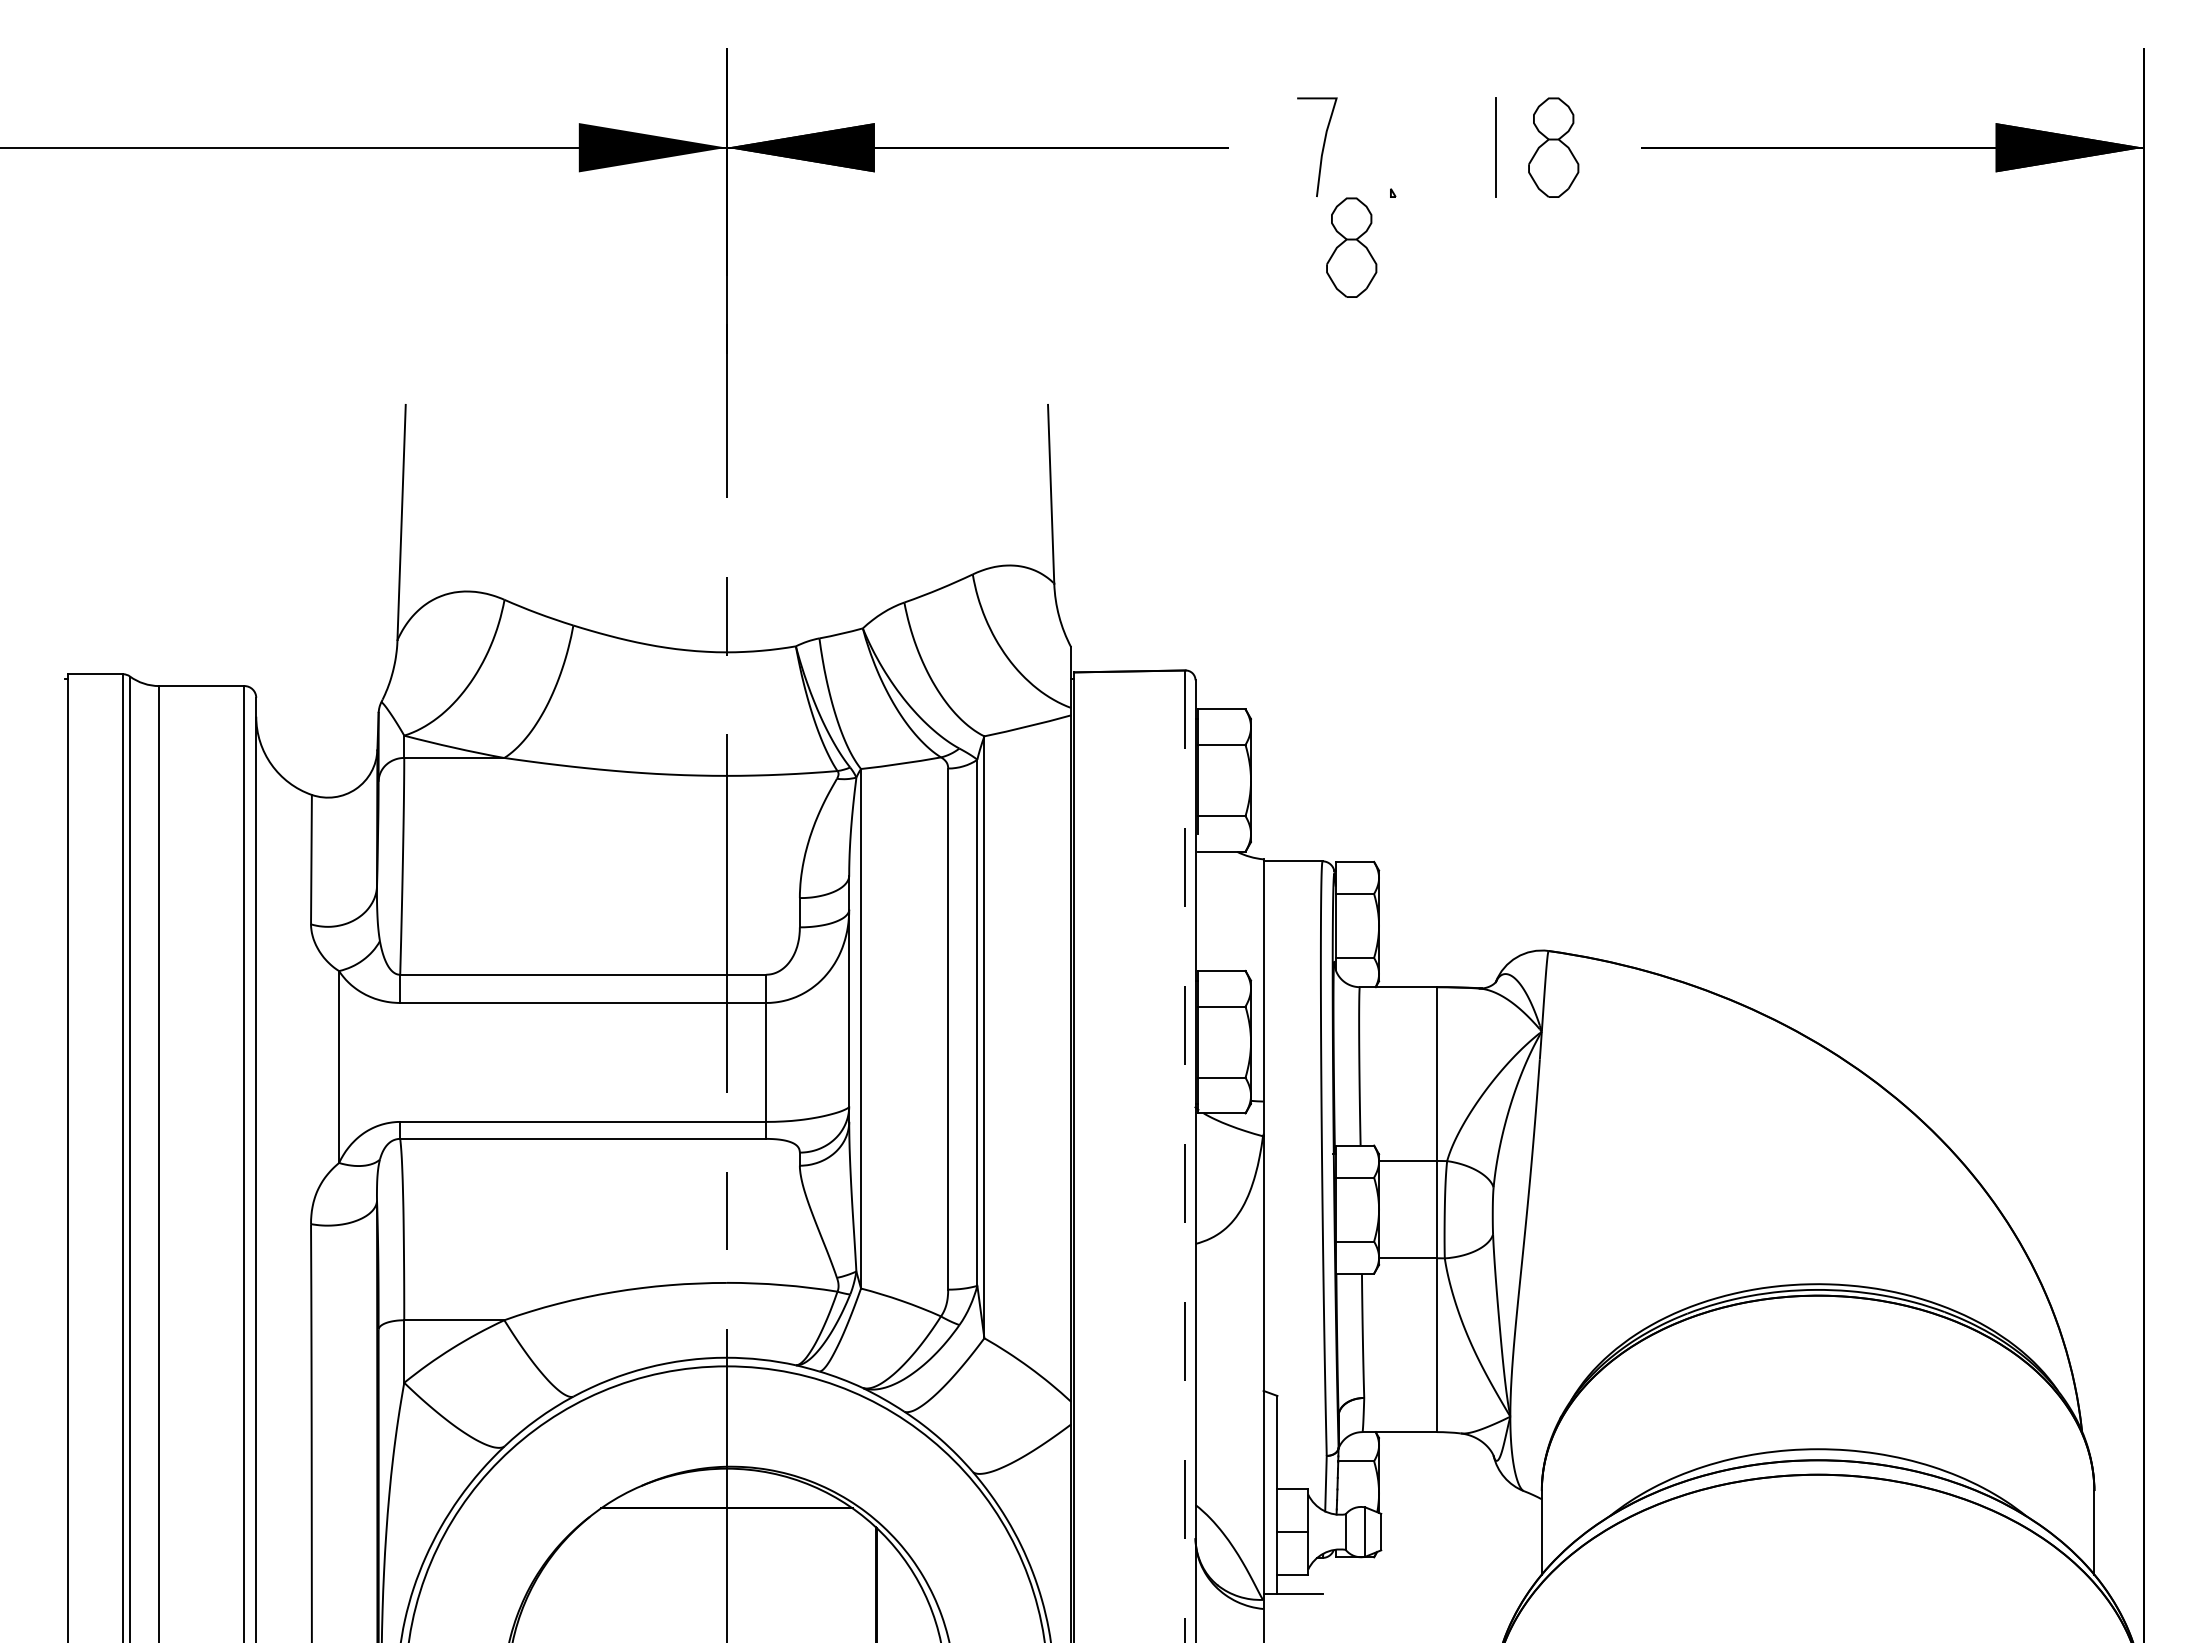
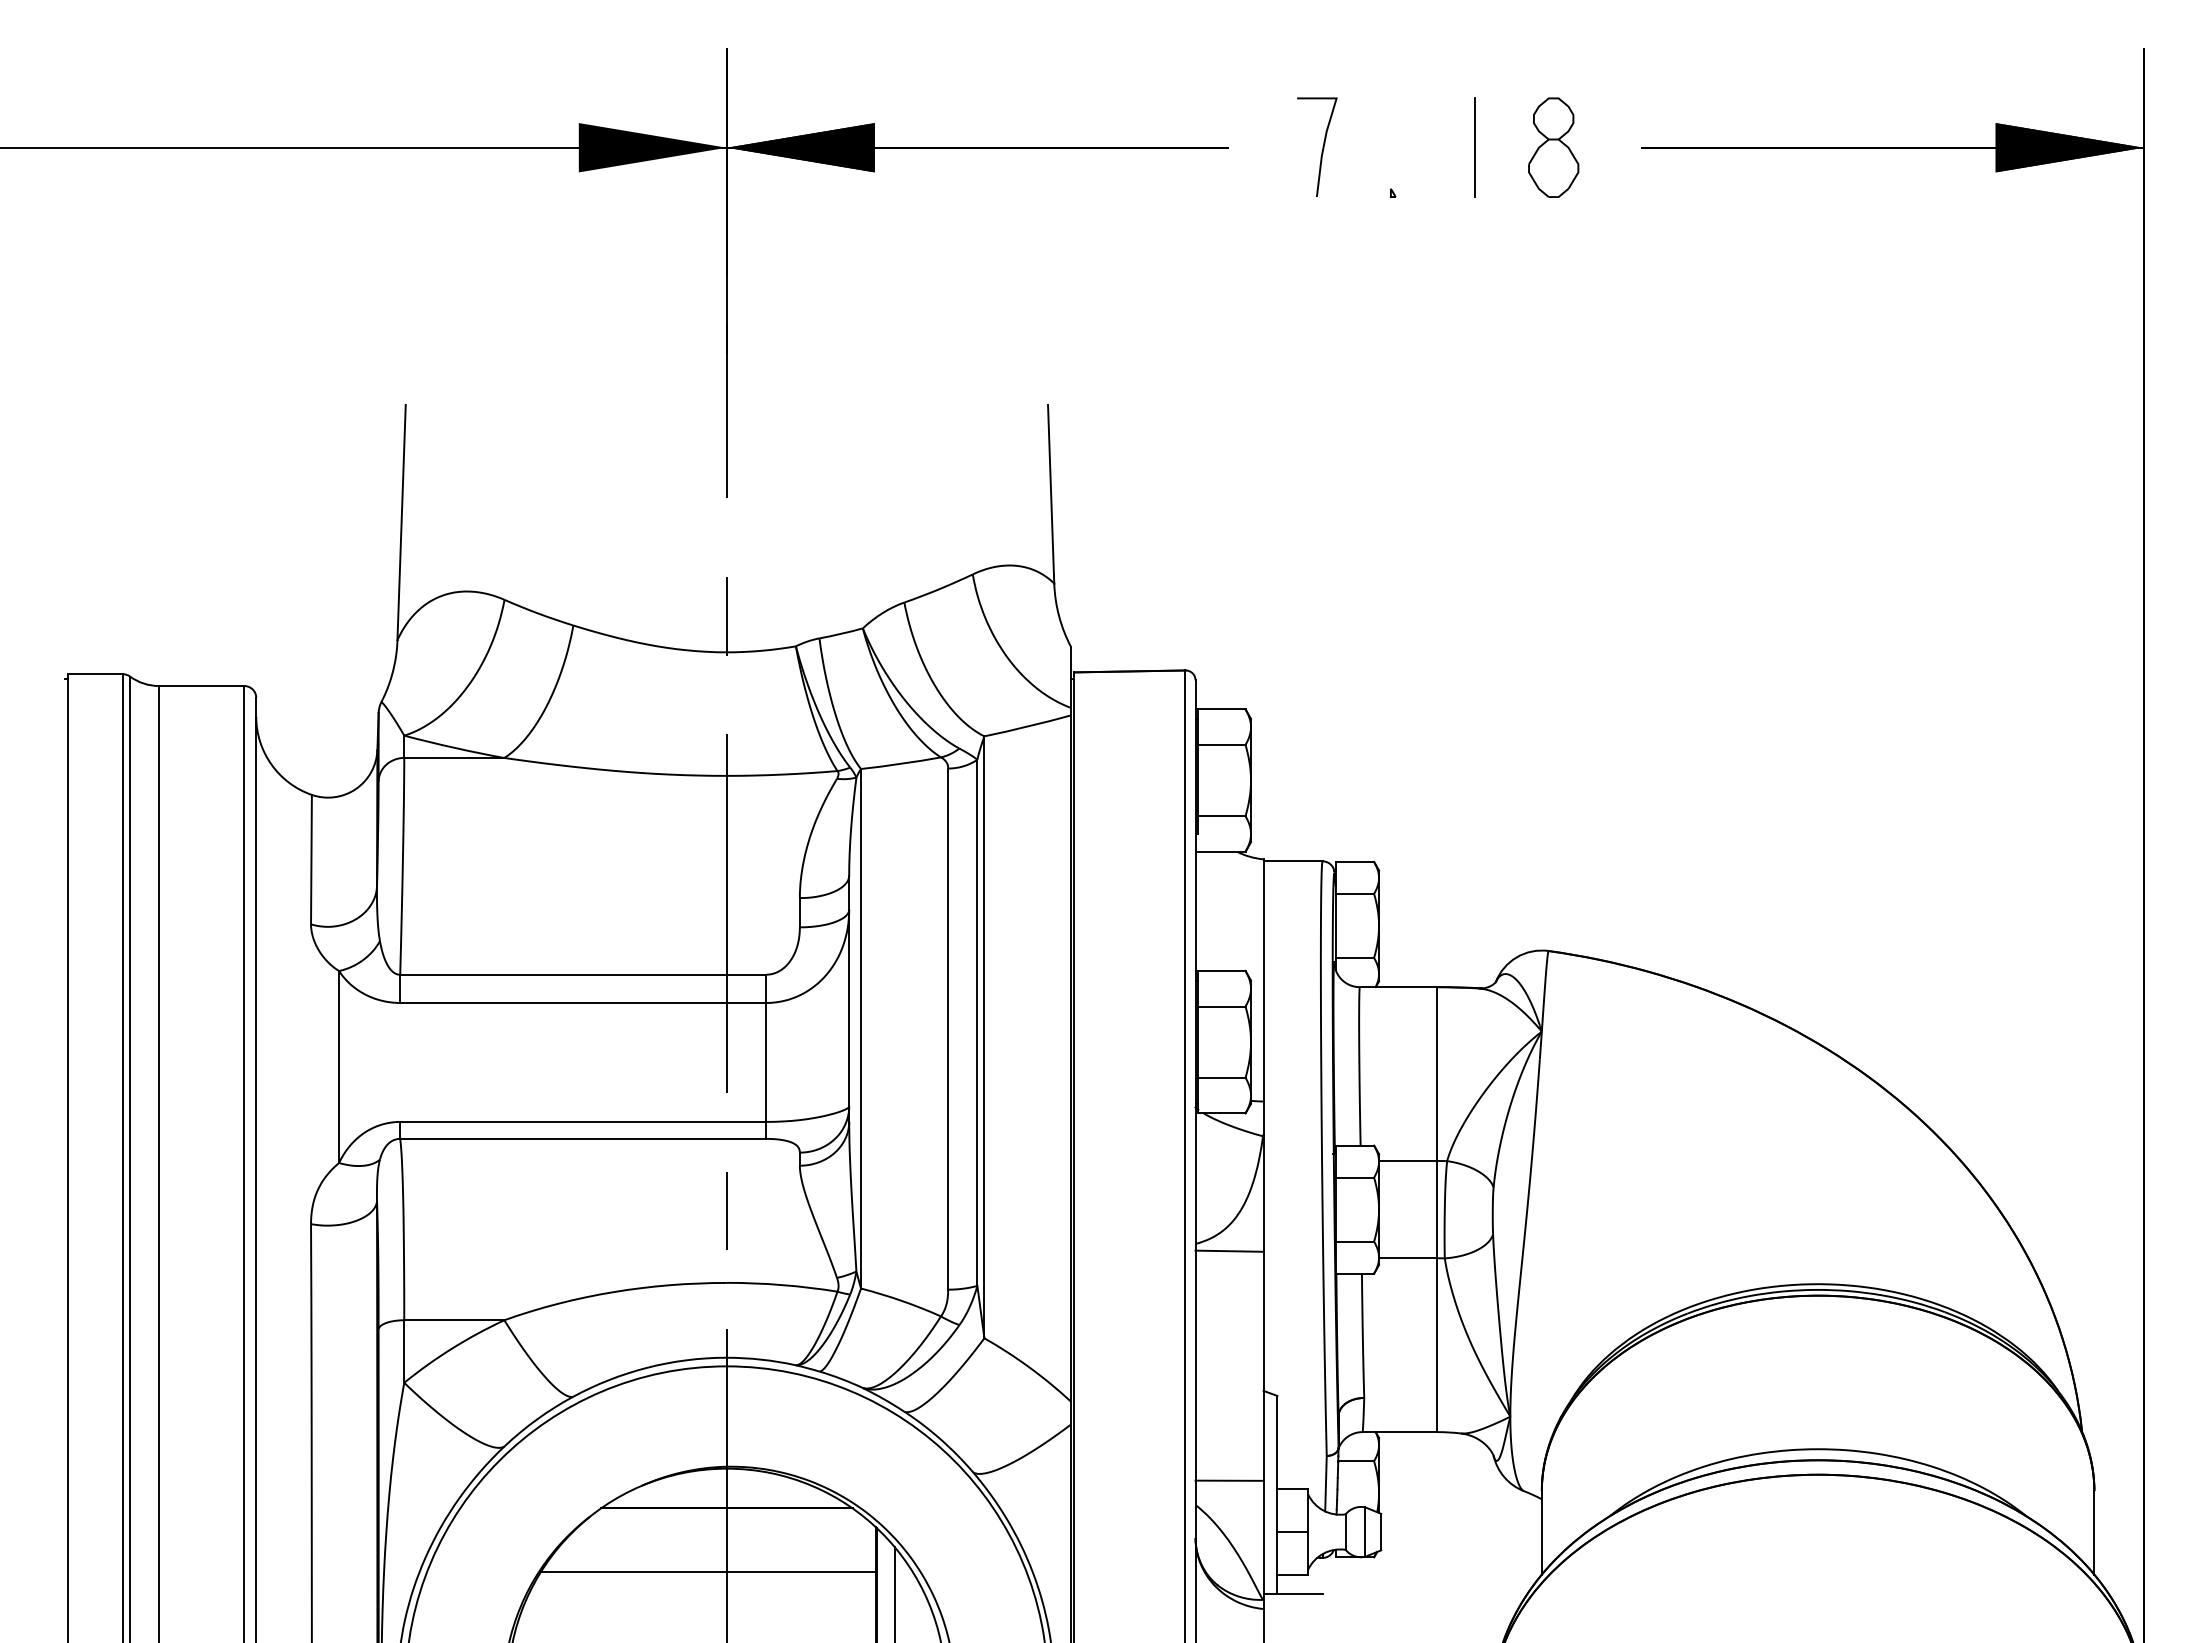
line at (1495, 147) position: (1495, 147) -> (1474, 147)
part at (1351, 247): present -> none
line at (1185, 1157): dashed -> solid
line at (1229, 1250): none -> present
line at (1229, 1480): none -> present
line at (707, 1571): none -> present
line at (894, 1593): none -> present
